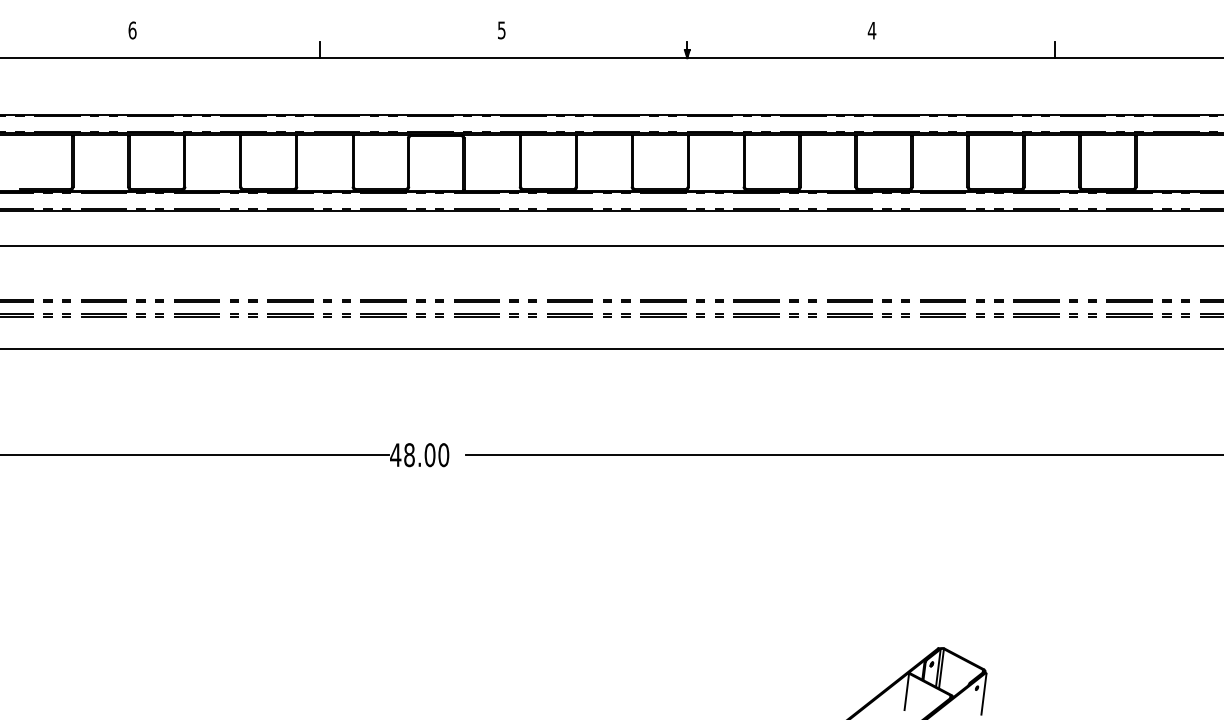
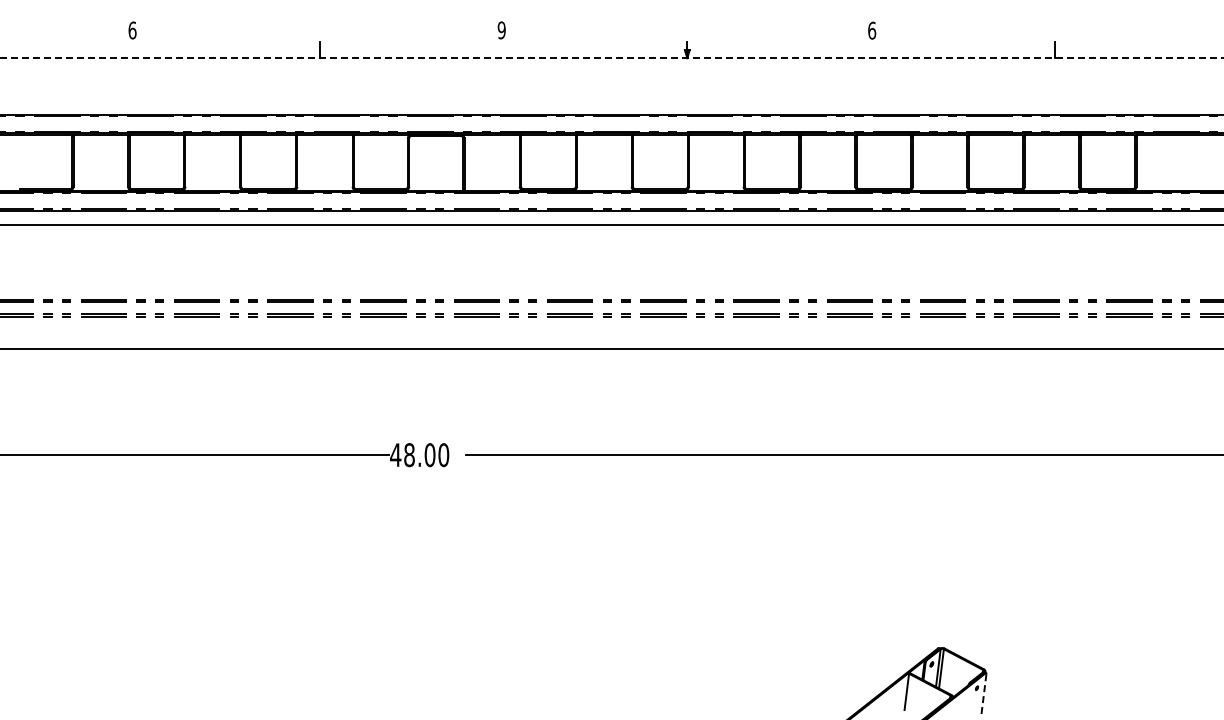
text at (501, 30): 5 -> 9
text at (871, 30): 4 -> 6
line at (612, 58): solid -> dashed
line at (611, 246) position: (611, 246) -> (611, 225)
line at (983, 694): solid -> dashed
